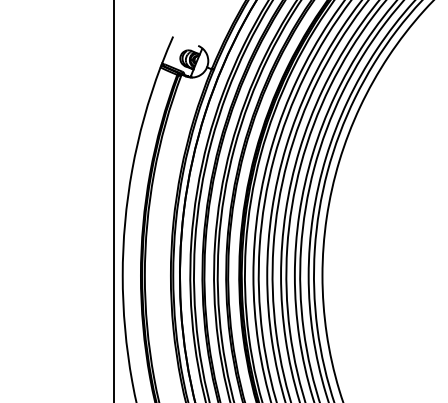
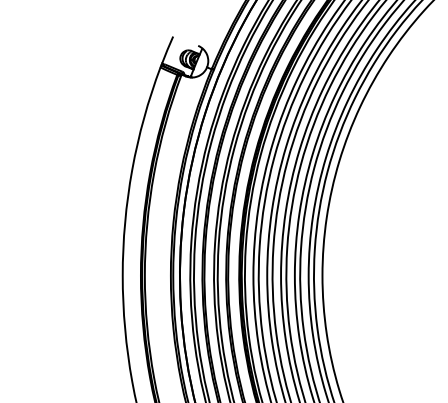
line at (114, 200): present -> none
